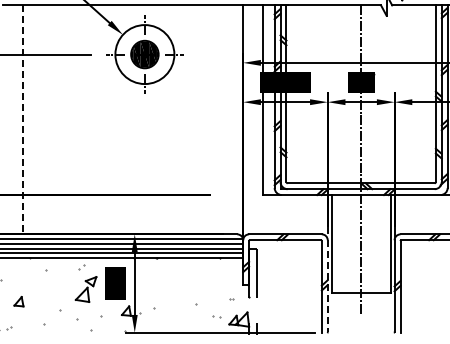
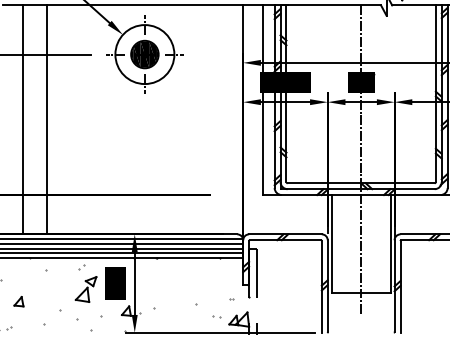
line at (46, 119): none -> present
line at (23, 120): dashed -> solid
line at (327, 286): dashed -> solid
